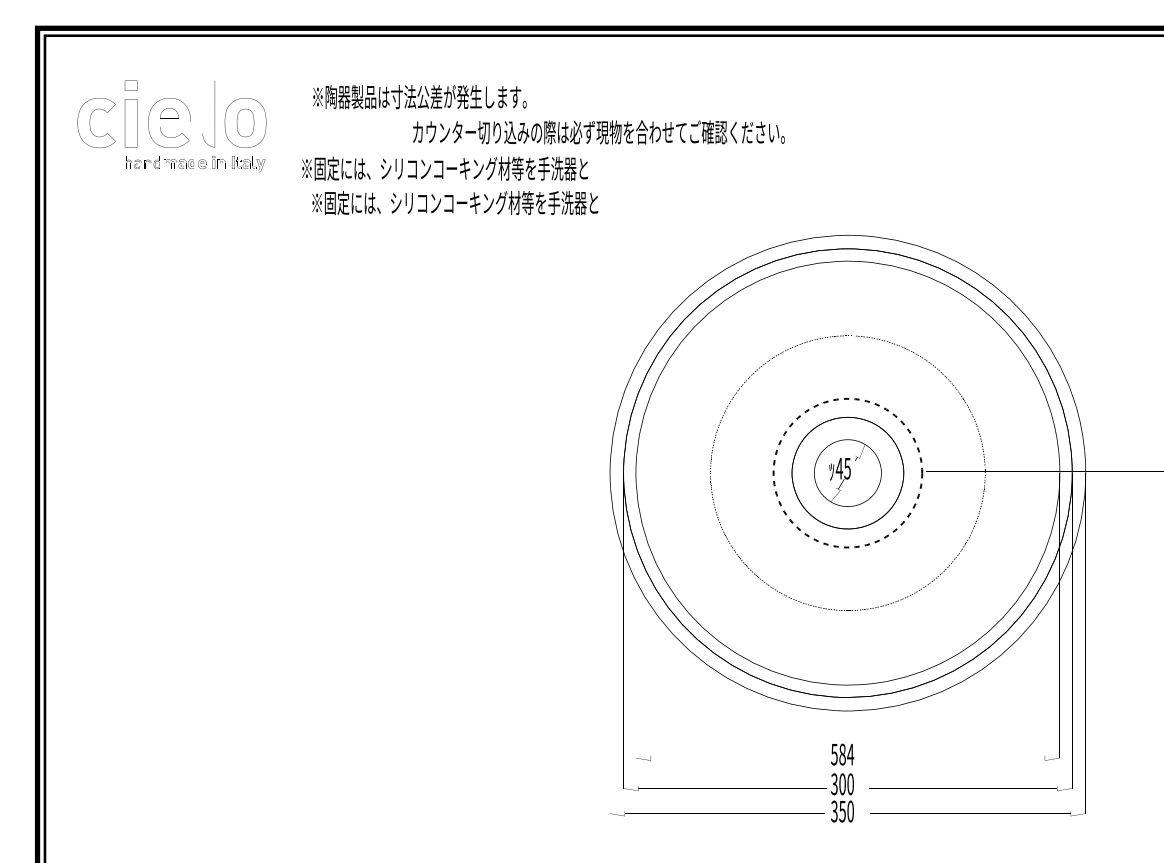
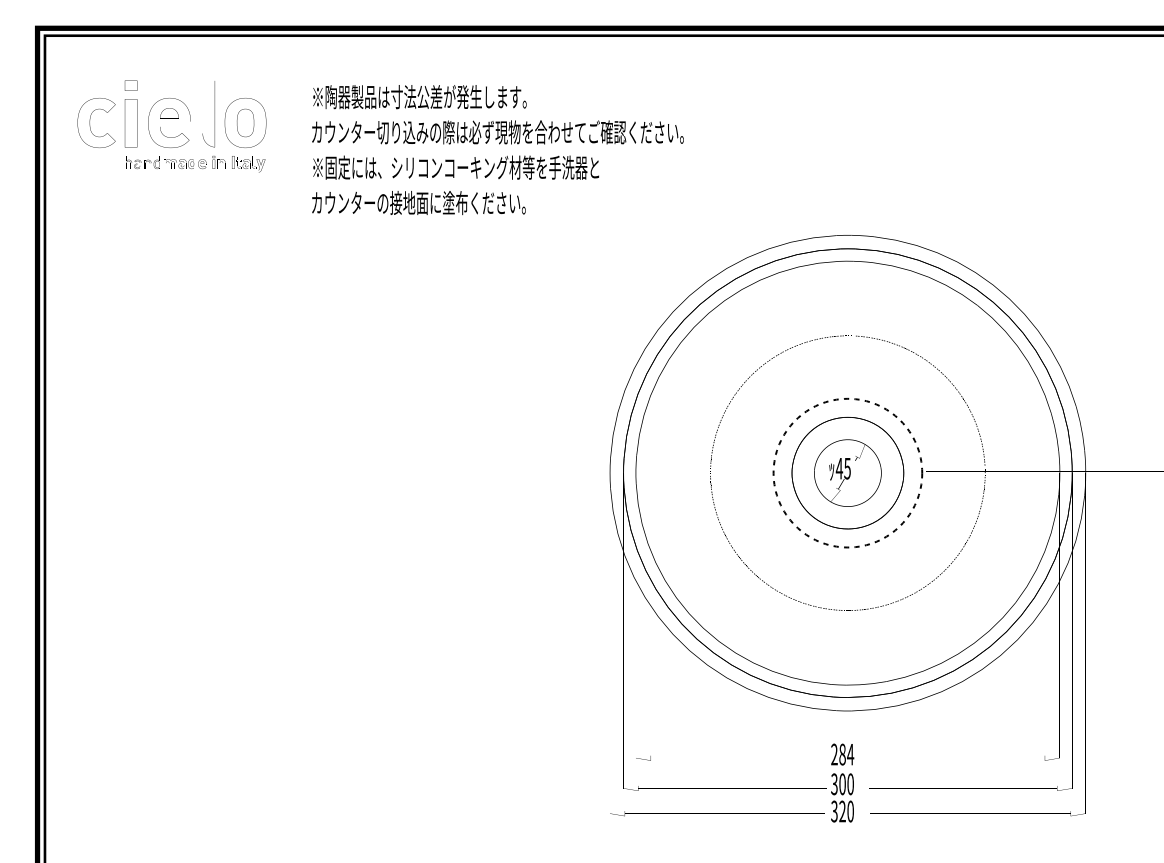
text at (598, 132) position: (598, 132) -> (497, 132)
text at (445, 168) position: (445, 168) -> (456, 167)
text at (455, 202): ※固定には、シリコンコーキング材等を手洗器と -> カウンターの接地面に塗布ください。
text at (834, 754): 584 -> 284
text at (842, 811): 350 -> 320
